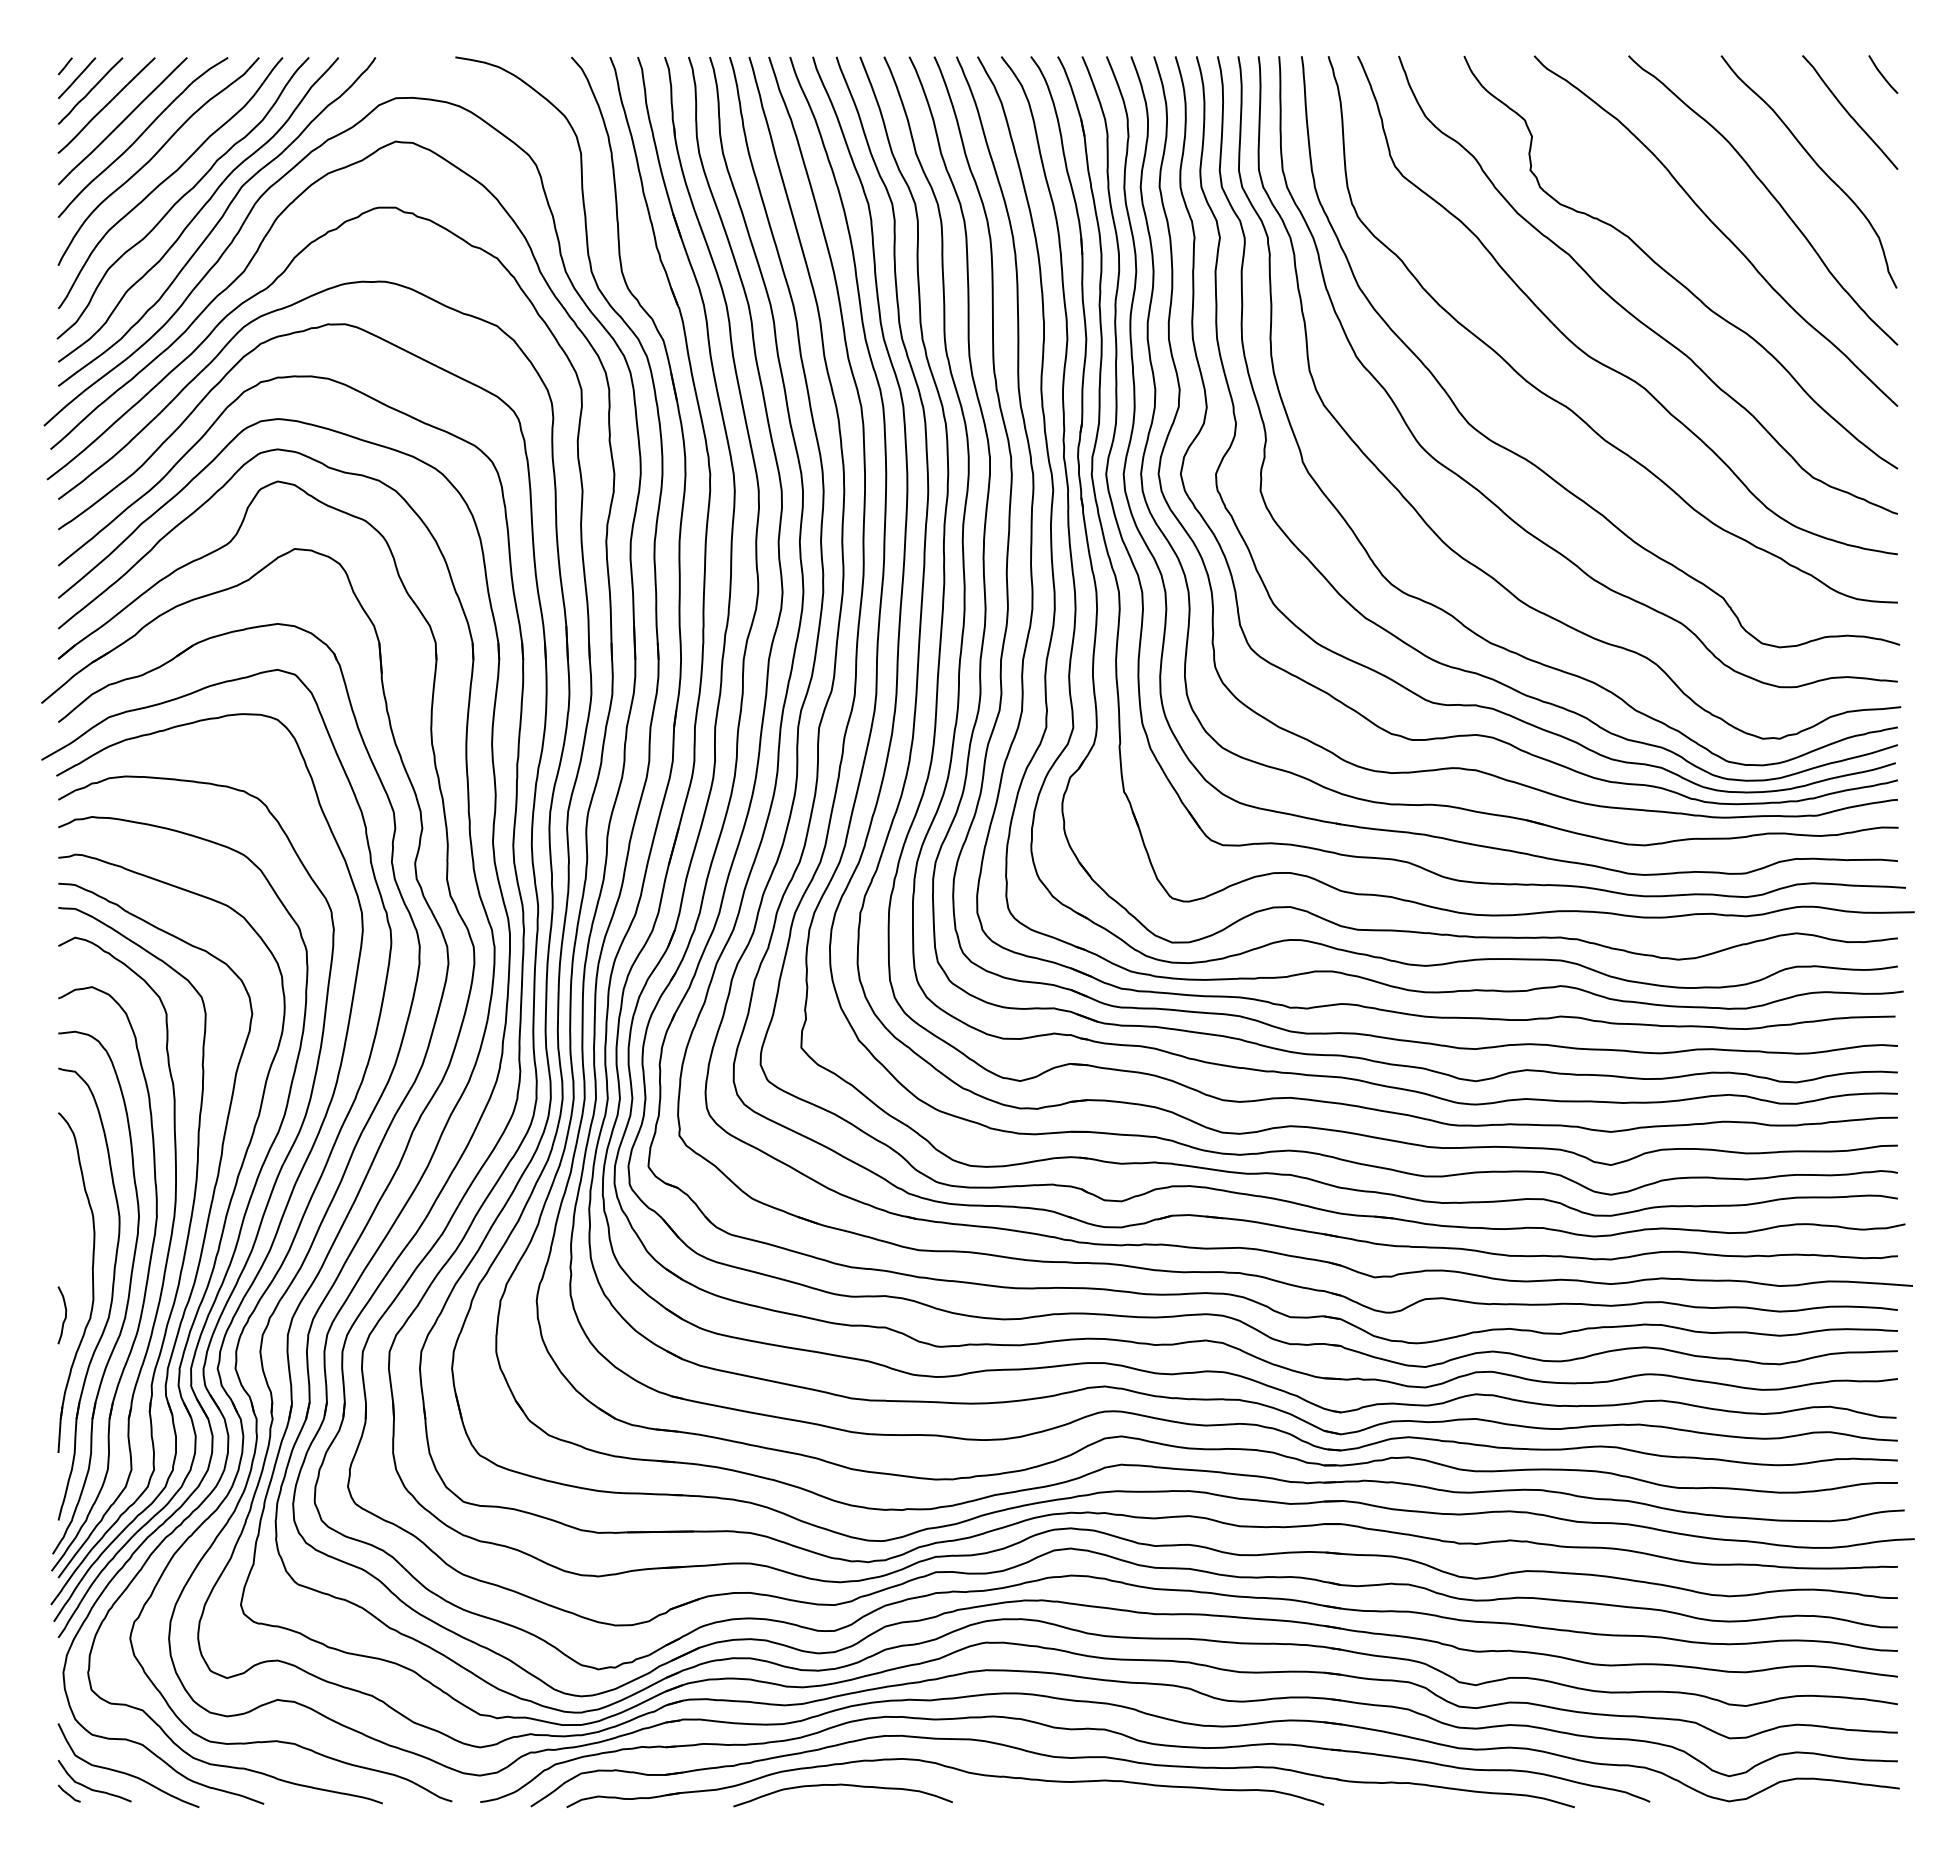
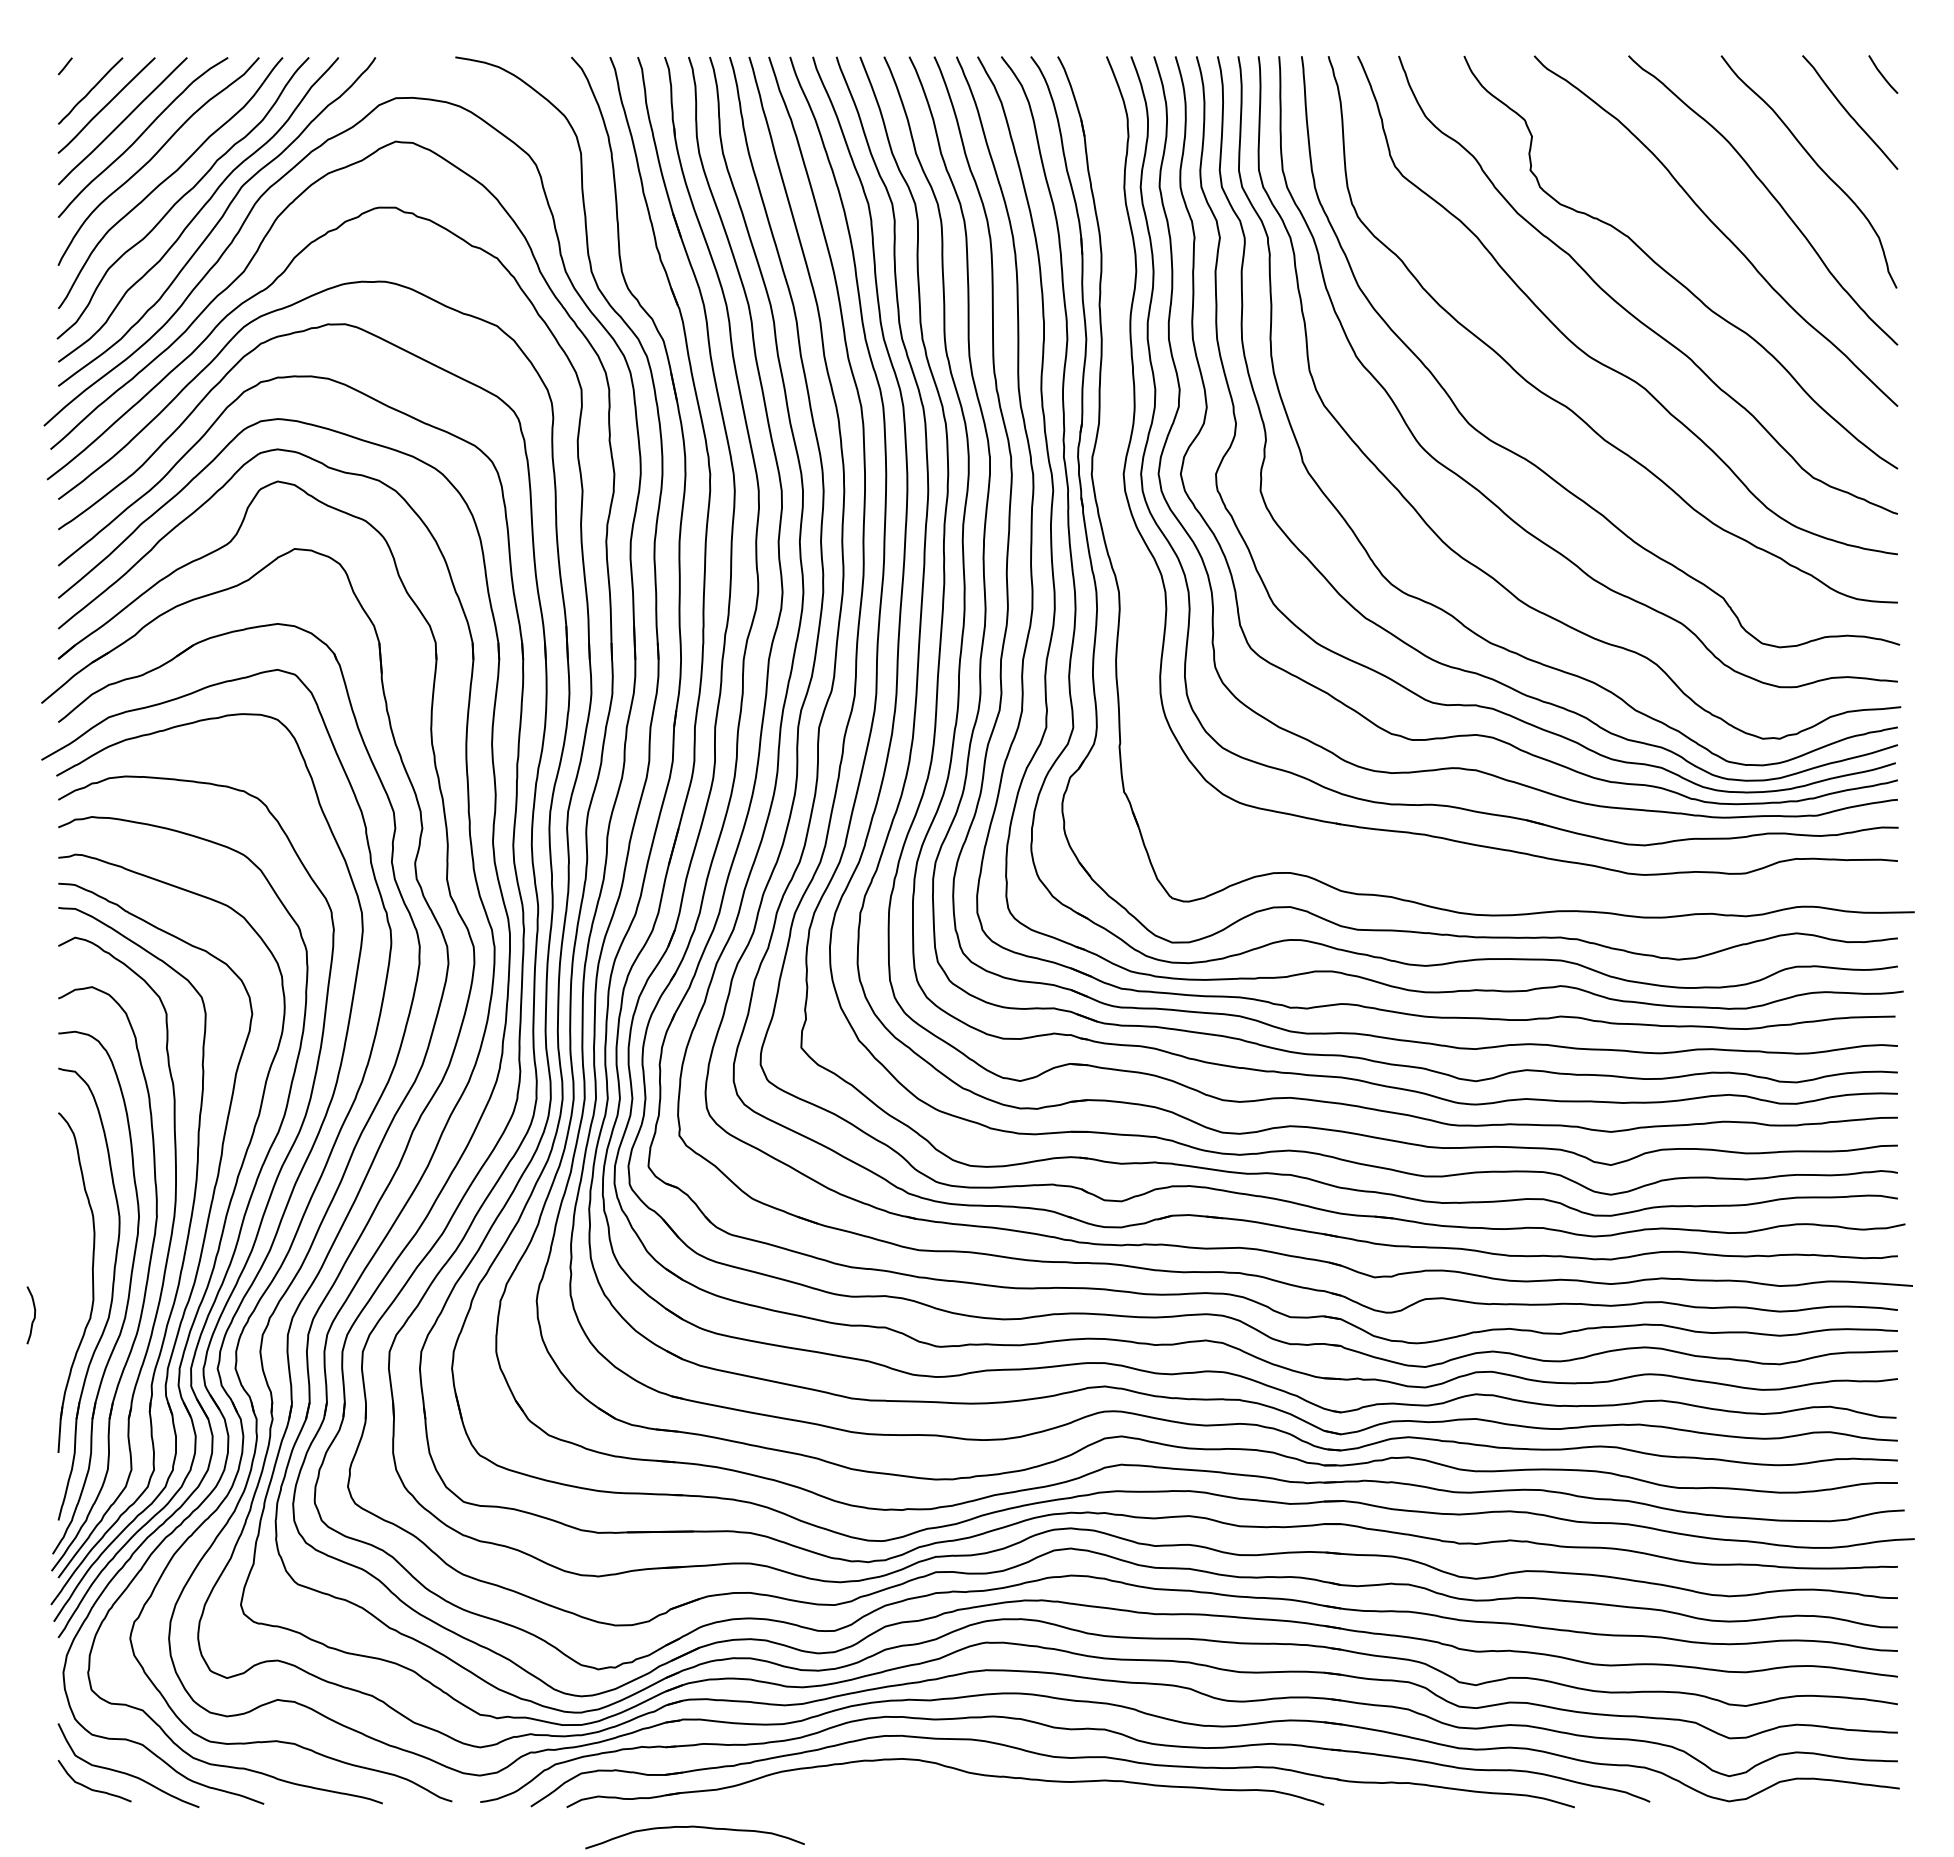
line at (77, 77): present -> none
part at (1139, 576): present -> none
curve at (64, 1317) position: (64, 1317) -> (33, 1317)
curve at (842, 1785) position: (842, 1785) -> (694, 1827)
line at (68, 1793): present -> none
